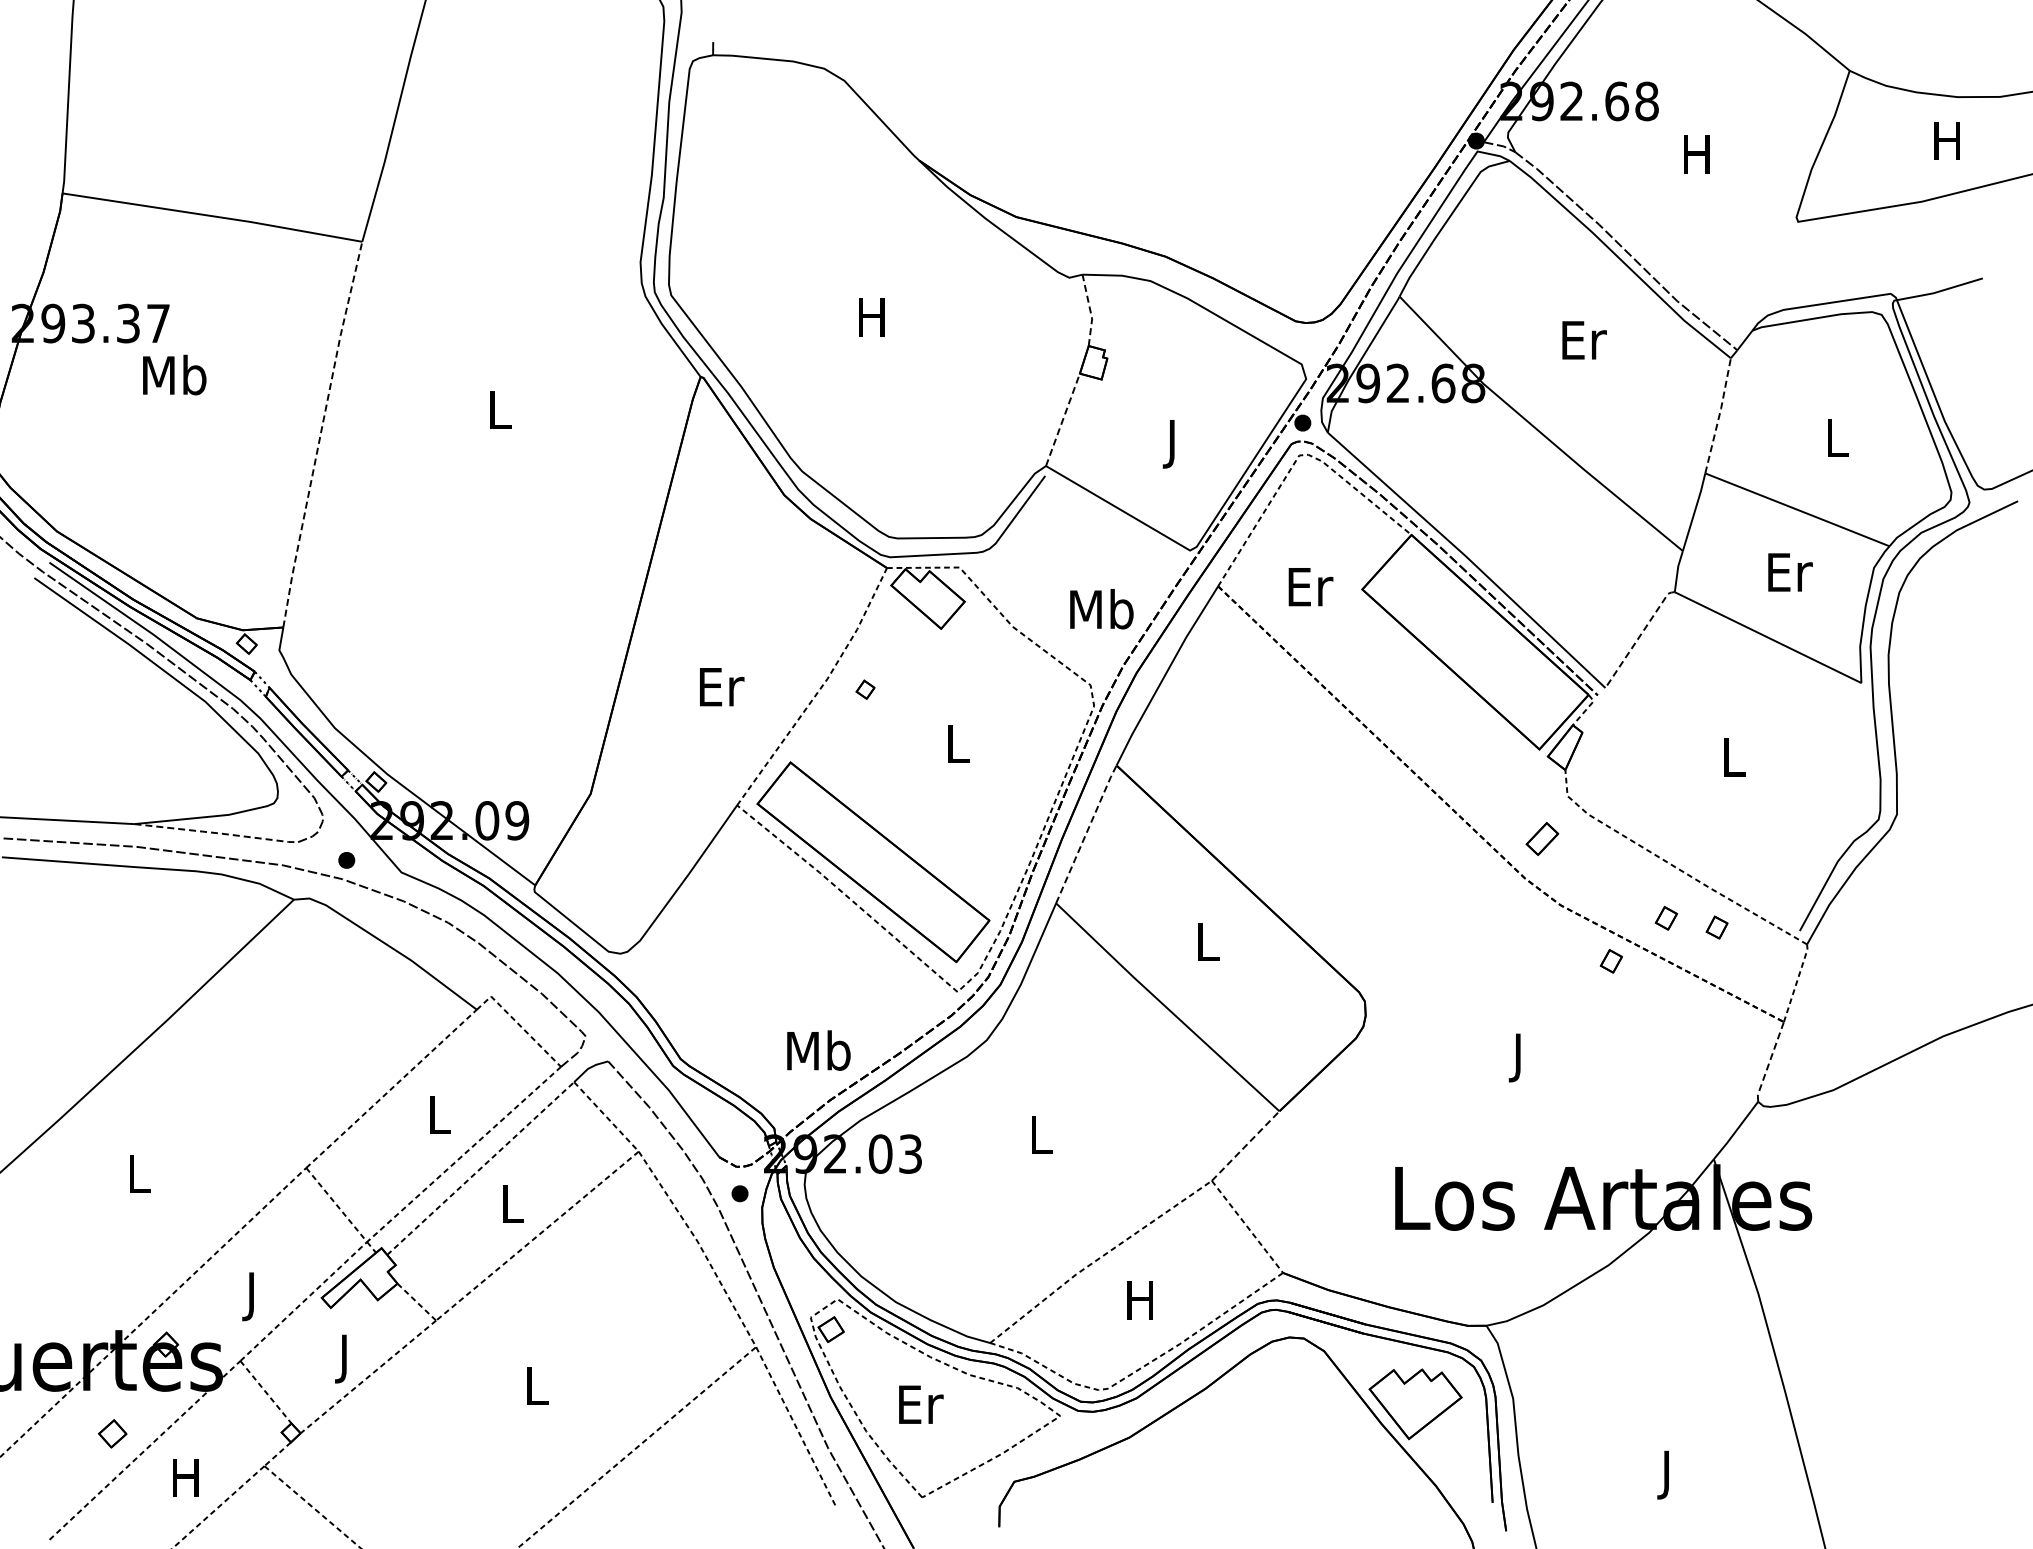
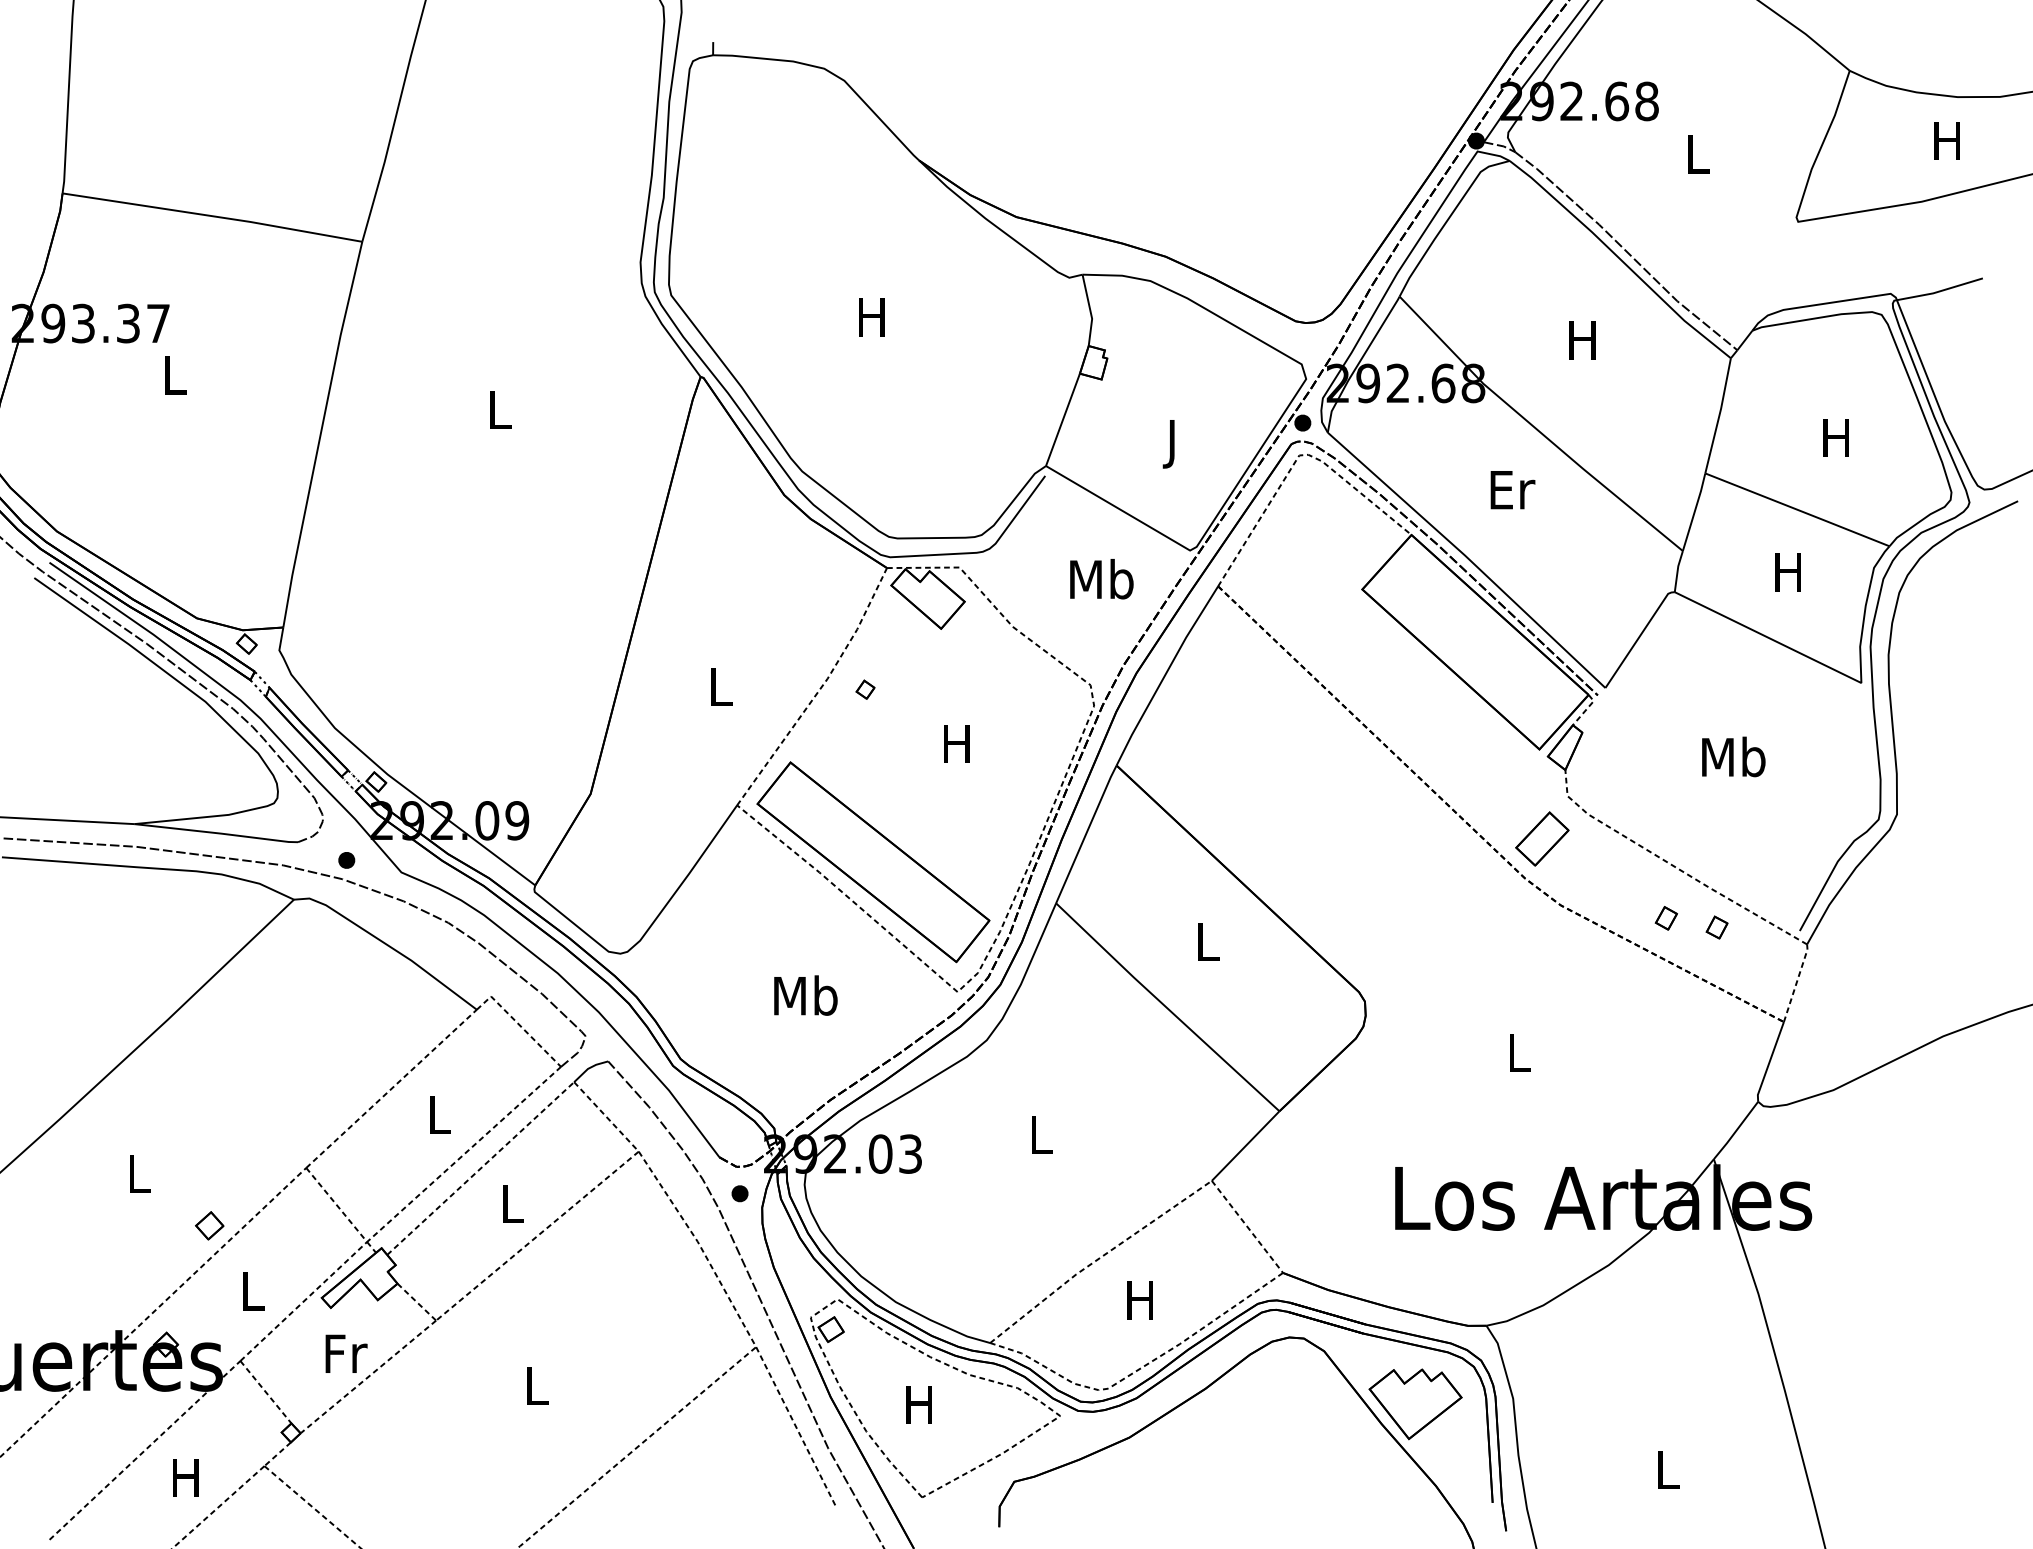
text at (1696, 154): H -> L
line at (1090, 310): dashed -> solid
text at (1584, 340): Er -> H
text at (174, 374): Mb -> L
line at (1719, 415): dashed -> solid
line at (1063, 419): dashed -> solid
line at (320, 433): dashed -> solid
text at (1835, 437): L -> H
text at (1790, 572): Er -> H
text at (1310, 587) position: (1310, 587) -> (1512, 490)
text at (1101, 609) position: (1101, 609) -> (1101, 579)
line at (1639, 636): dashed -> solid
text at (722, 687): Er -> L
text at (956, 743): L -> H
text at (1733, 756): L -> Mb
line at (217, 833): dashed -> solid
line at (1086, 833): dashed -> solid
part at (1542, 838) size: 35x34 px -> 55x56 px
part at (1610, 961): present -> none
text at (818, 1050) position: (818, 1050) -> (805, 995)
text at (1519, 1057): J -> L
line at (1769, 1062): dashed -> solid
line at (1245, 1146): dashed -> solid
text at (253, 1296): J -> L
text at (346, 1358): J -> Fr
text at (921, 1404): Er -> H
part at (112, 1433) position: (112, 1433) -> (209, 1225)
text at (1668, 1474): J -> L
